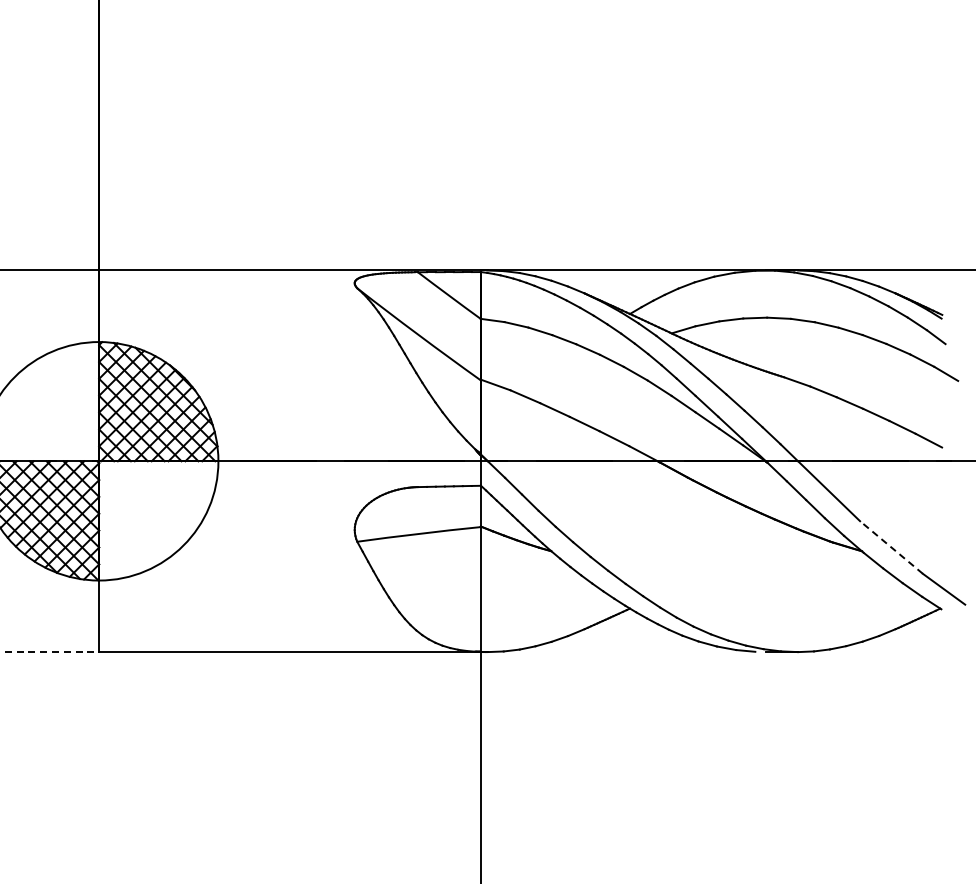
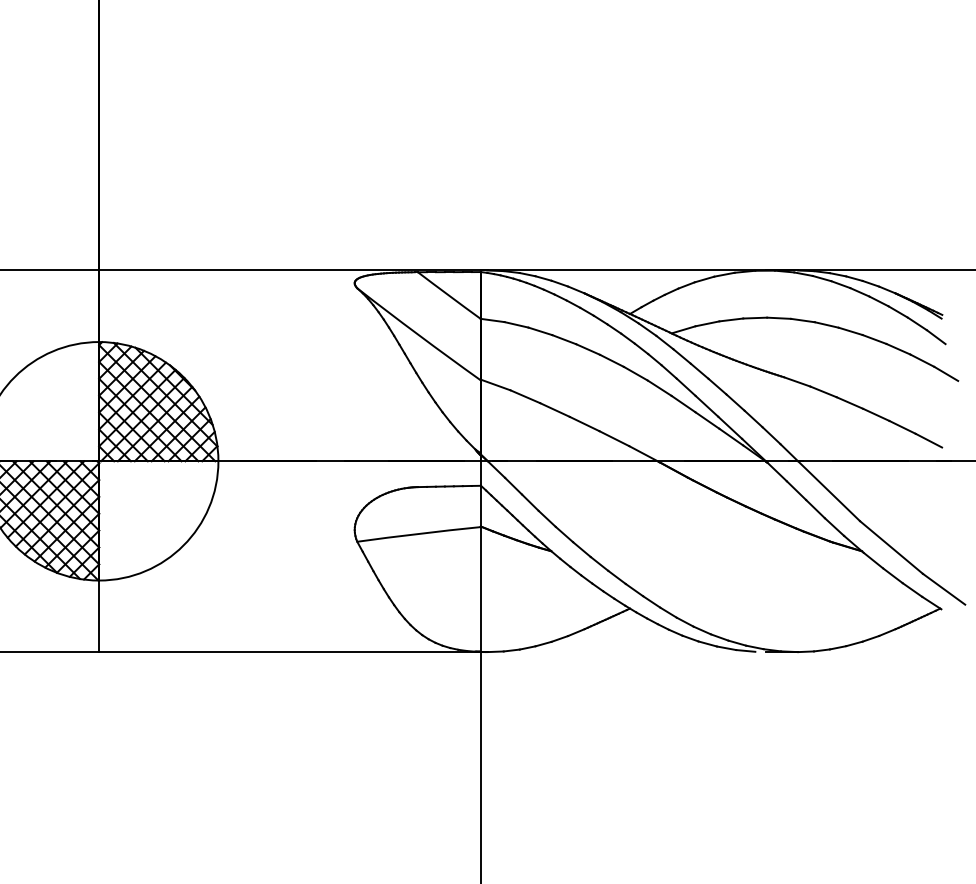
line at (891, 547): dashed -> solid
line at (50, 652): dashed -> solid
